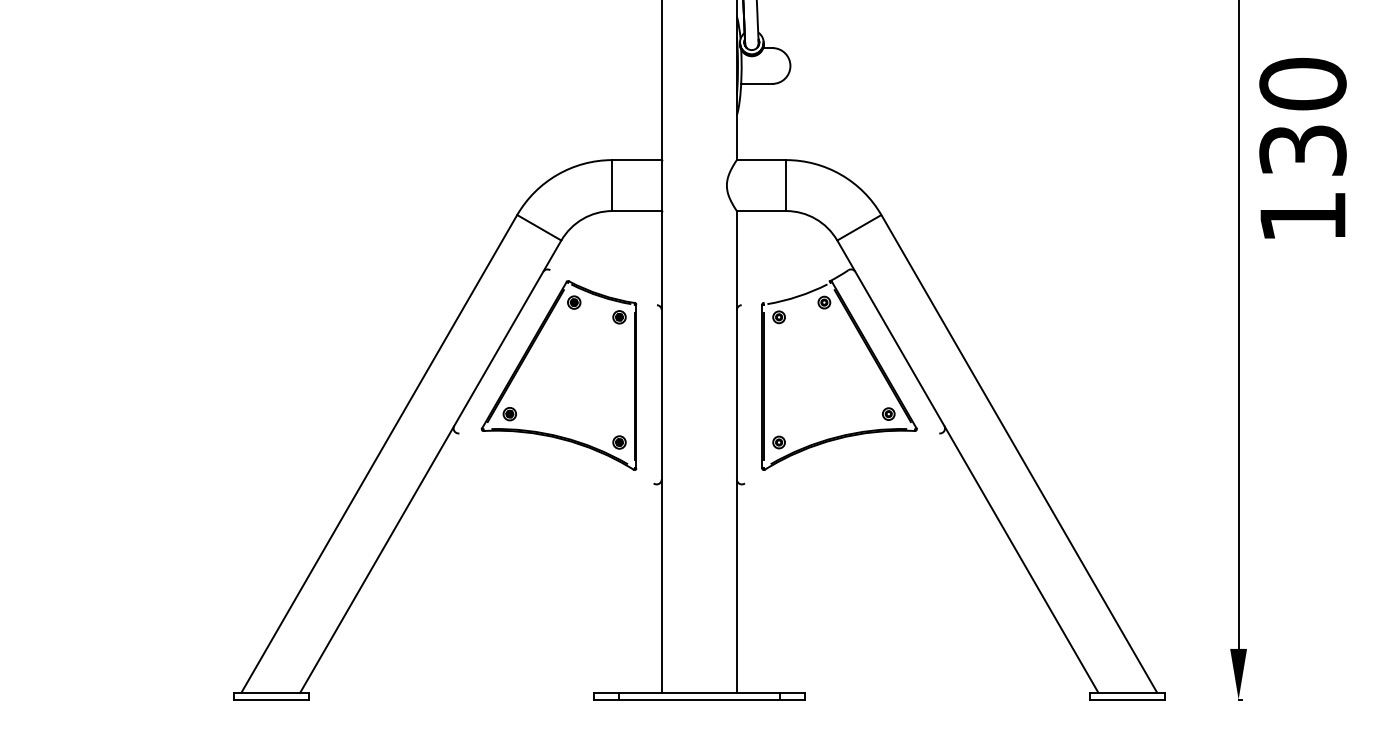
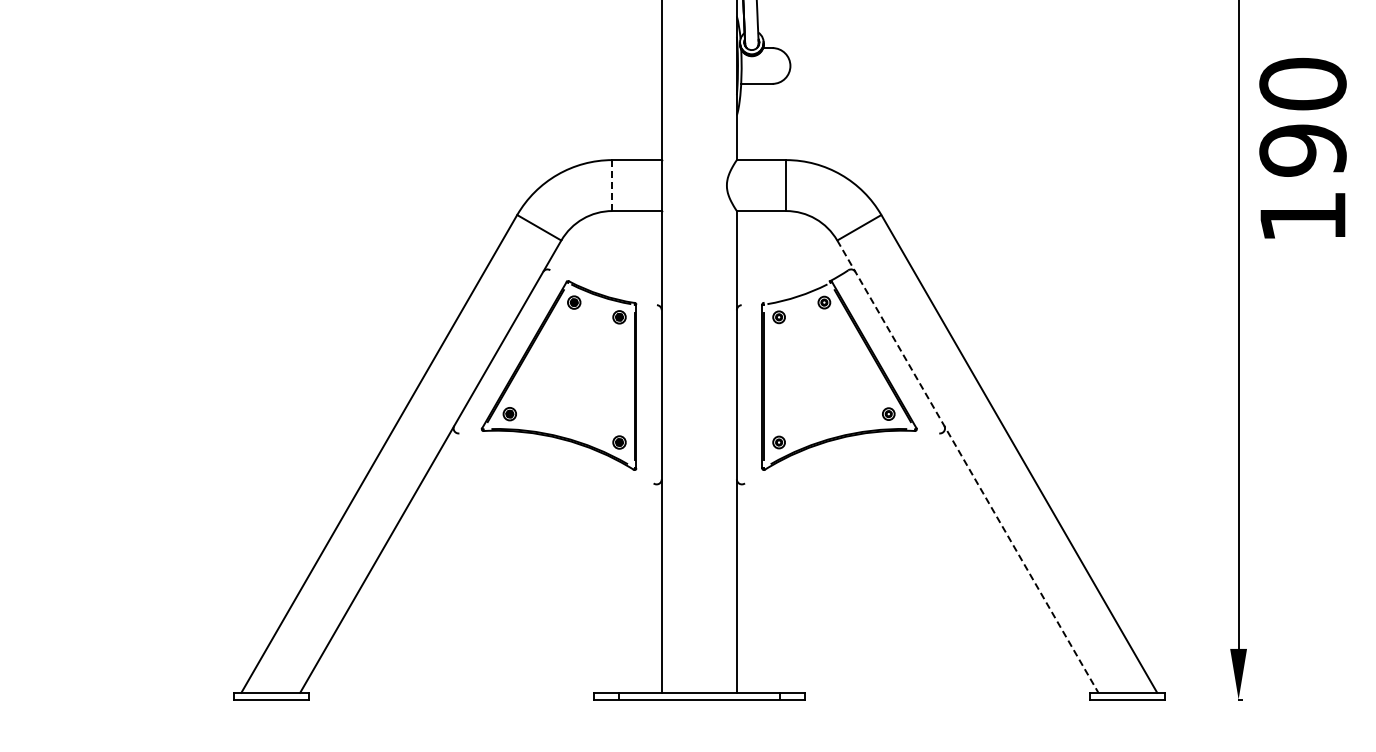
text at (1302, 150): 130 -> 190
line at (612, 186): solid -> dashed
line at (968, 467): solid -> dashed
